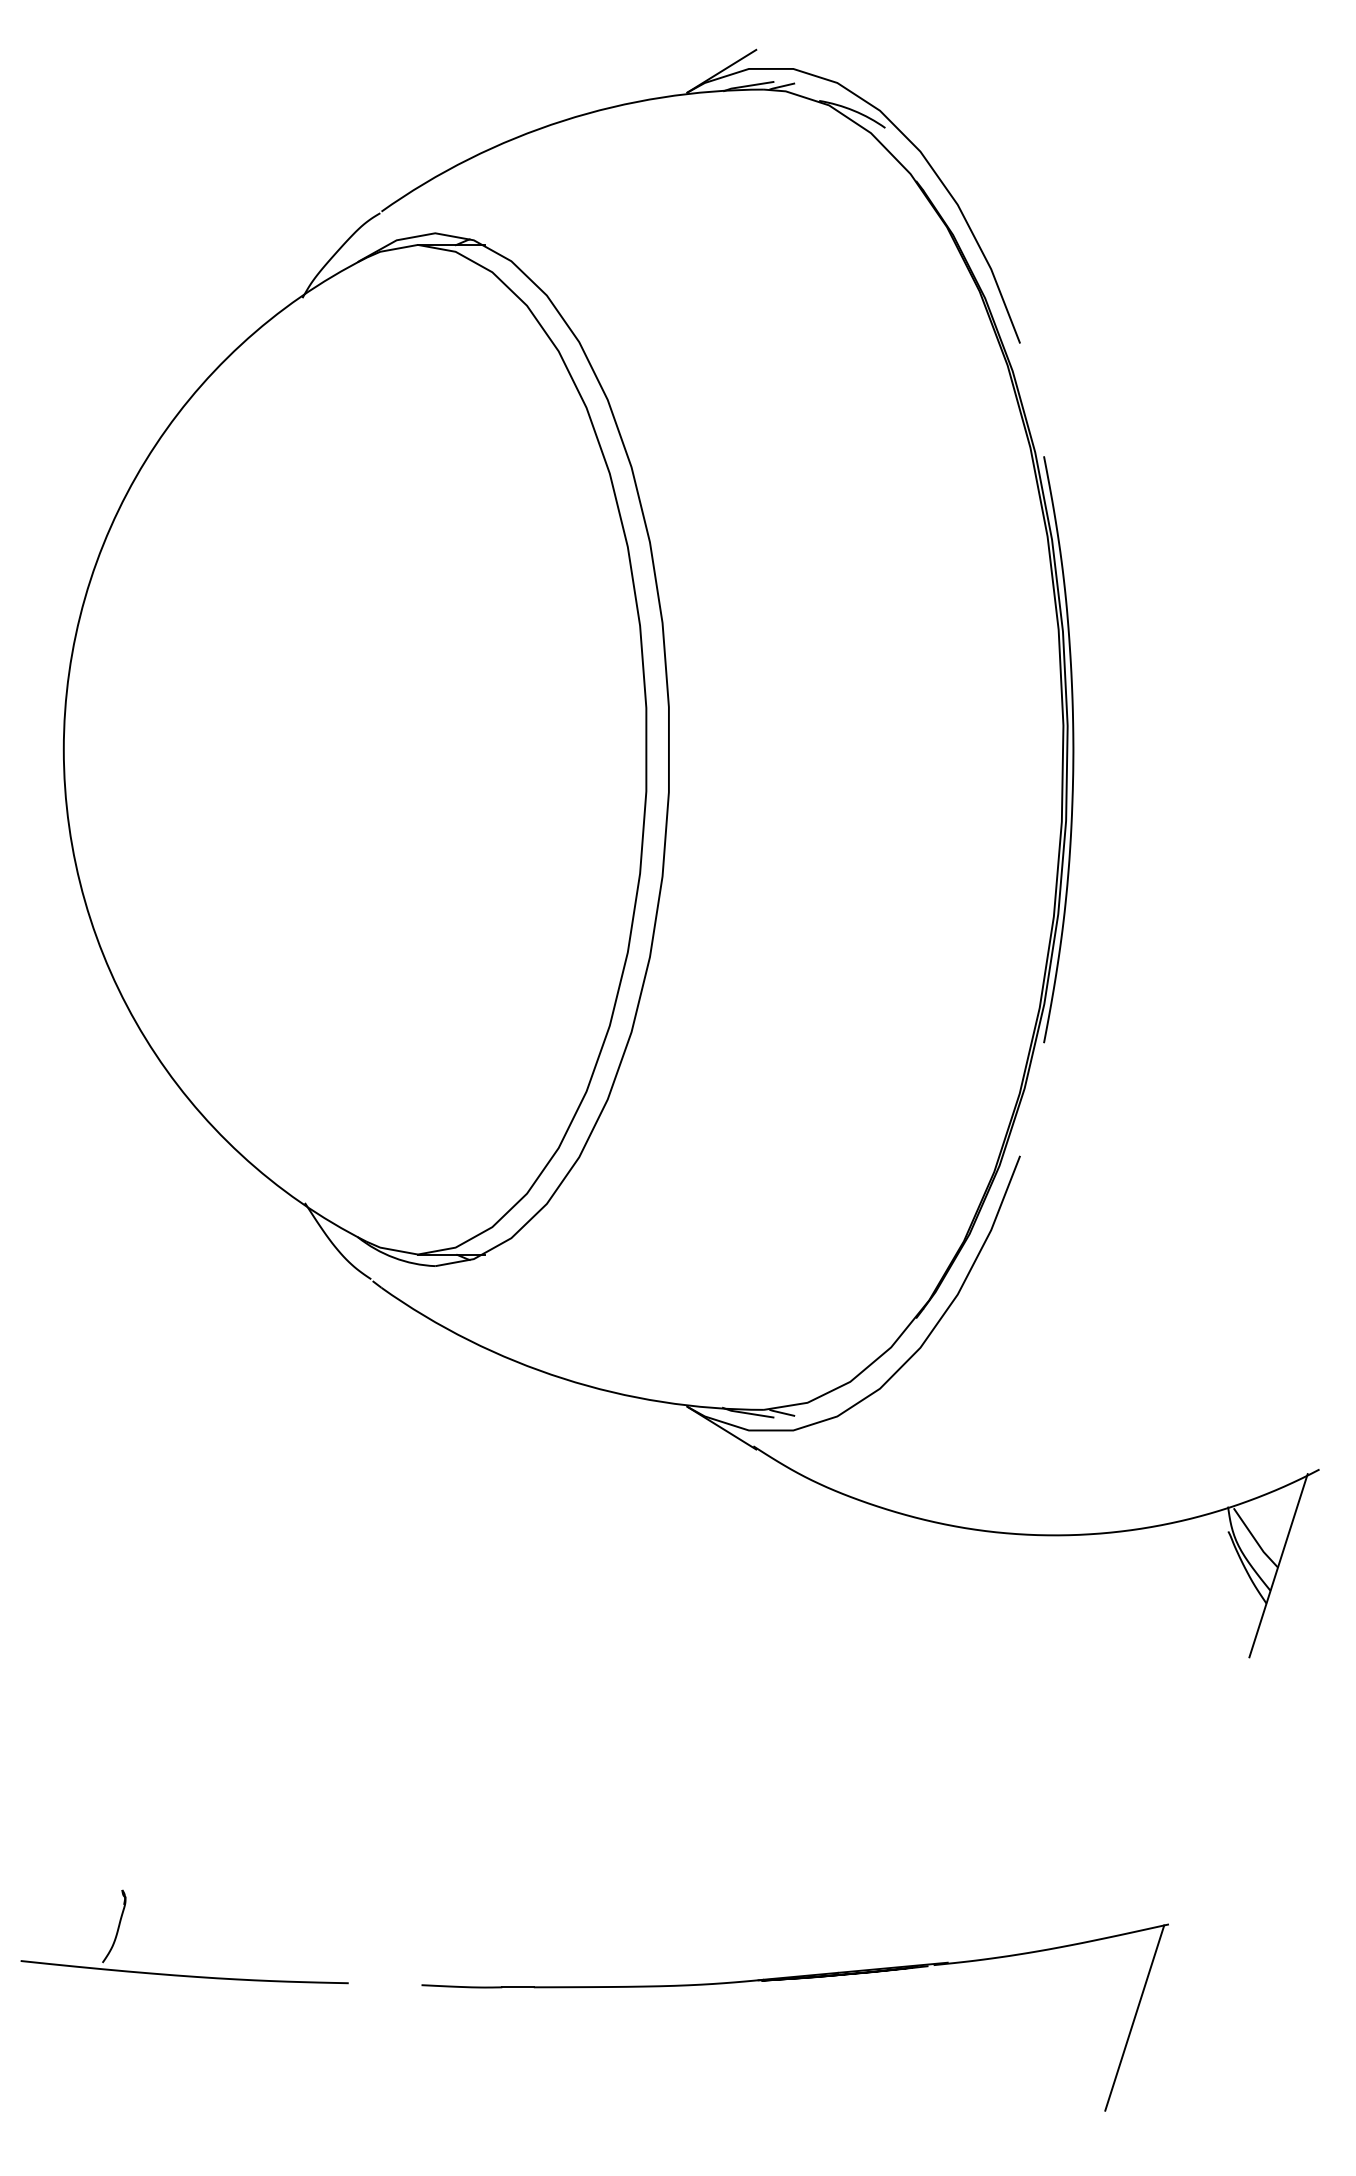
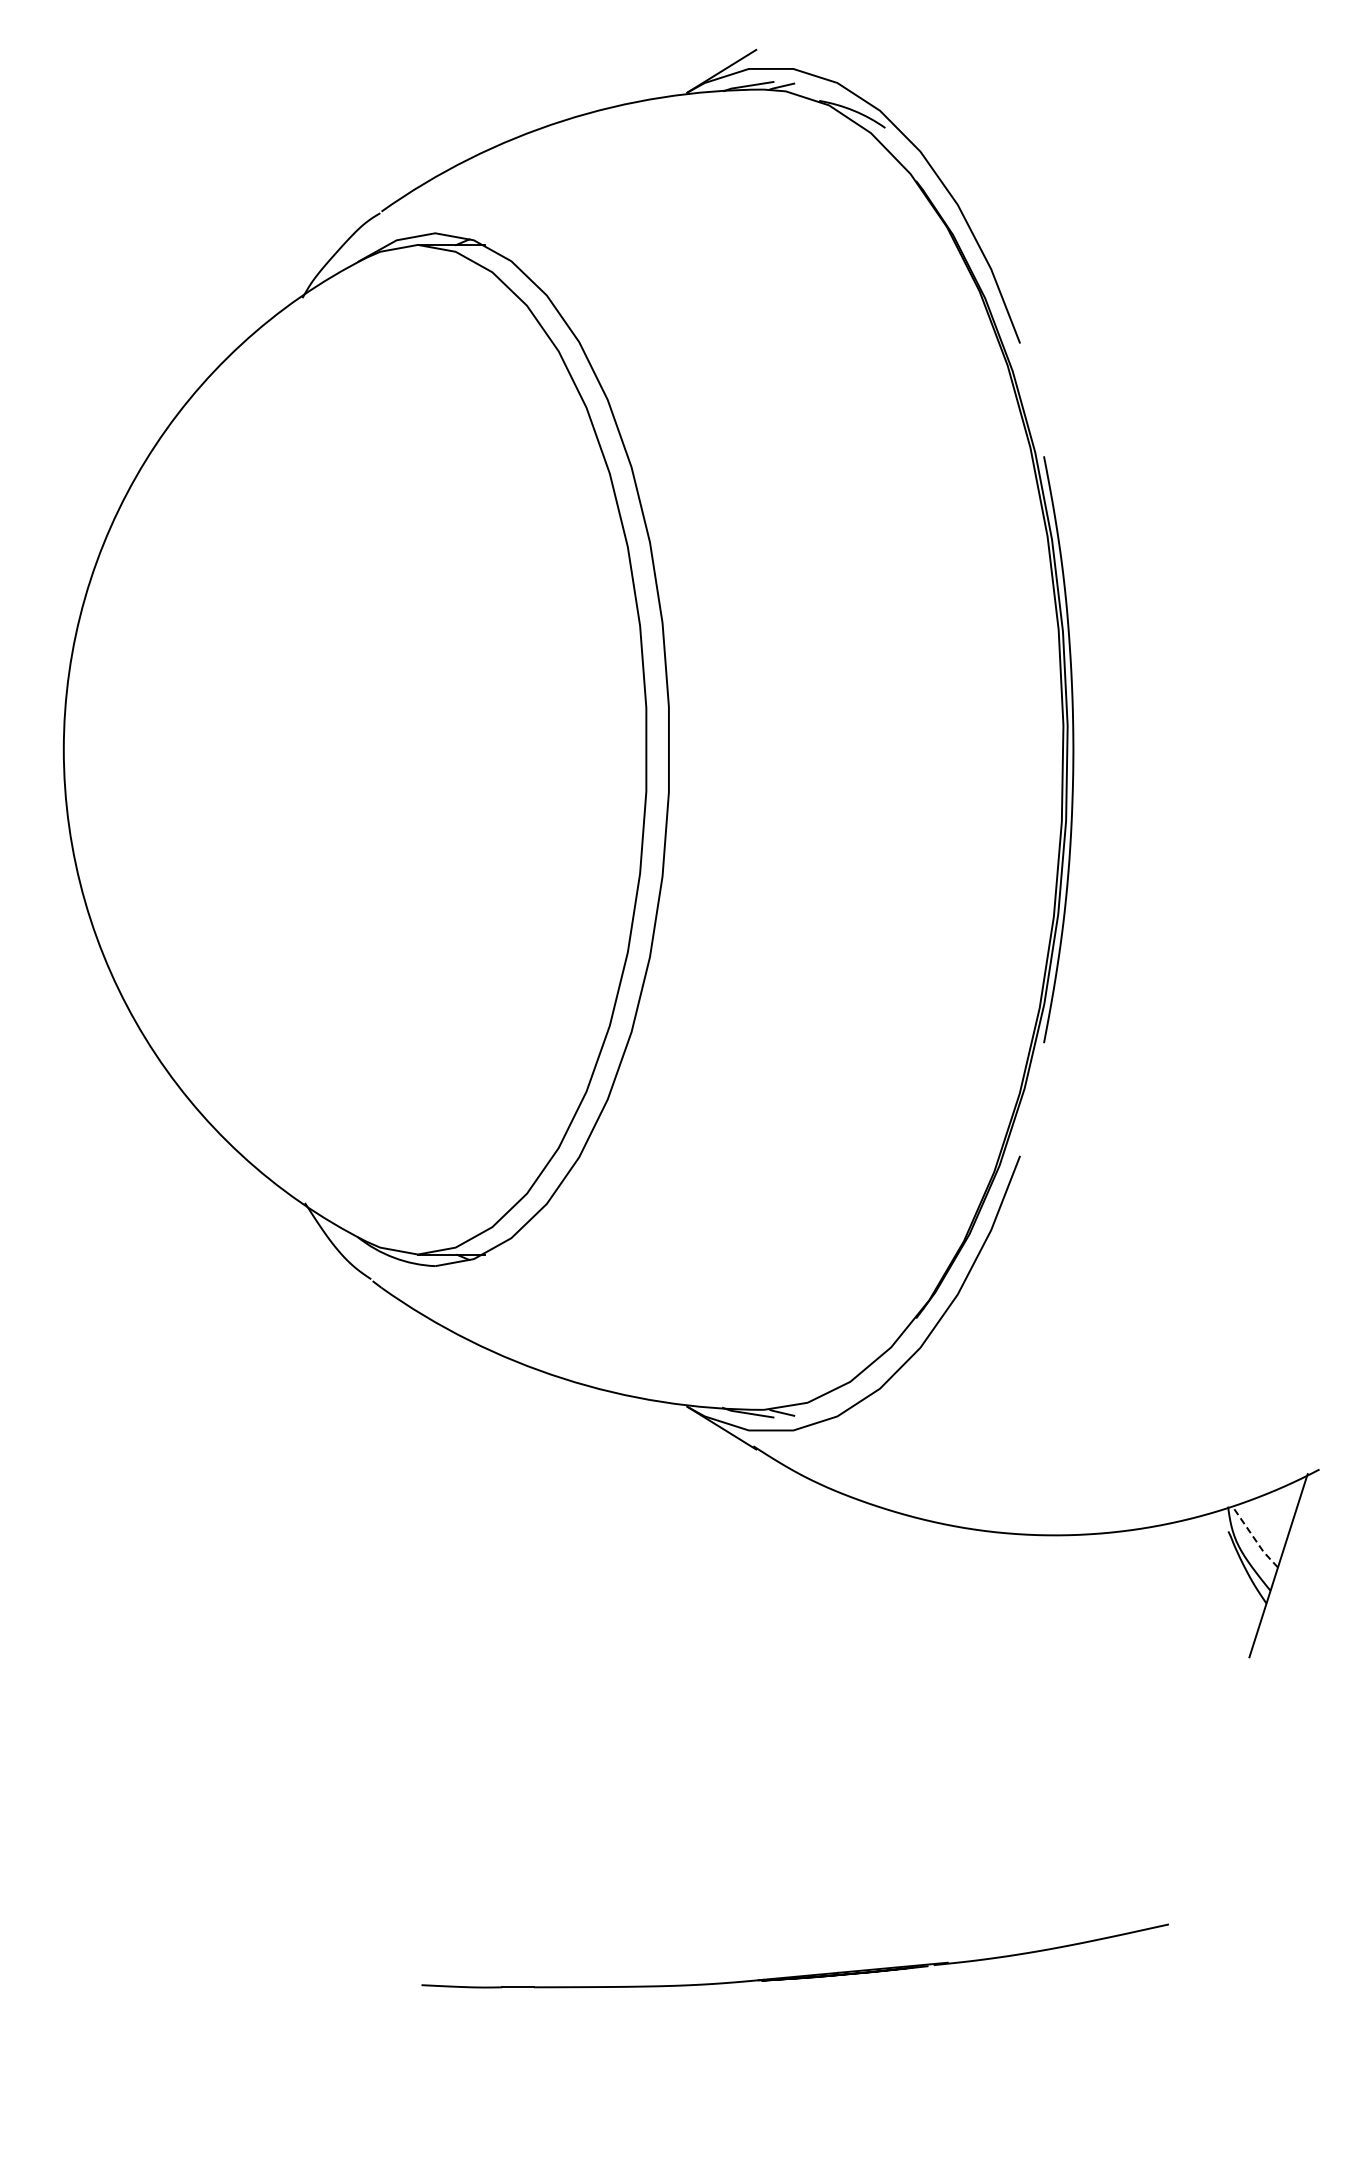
line at (1254, 1539): solid -> dashed
part at (180, 1974): present -> none
line at (1134, 2017): present -> none
